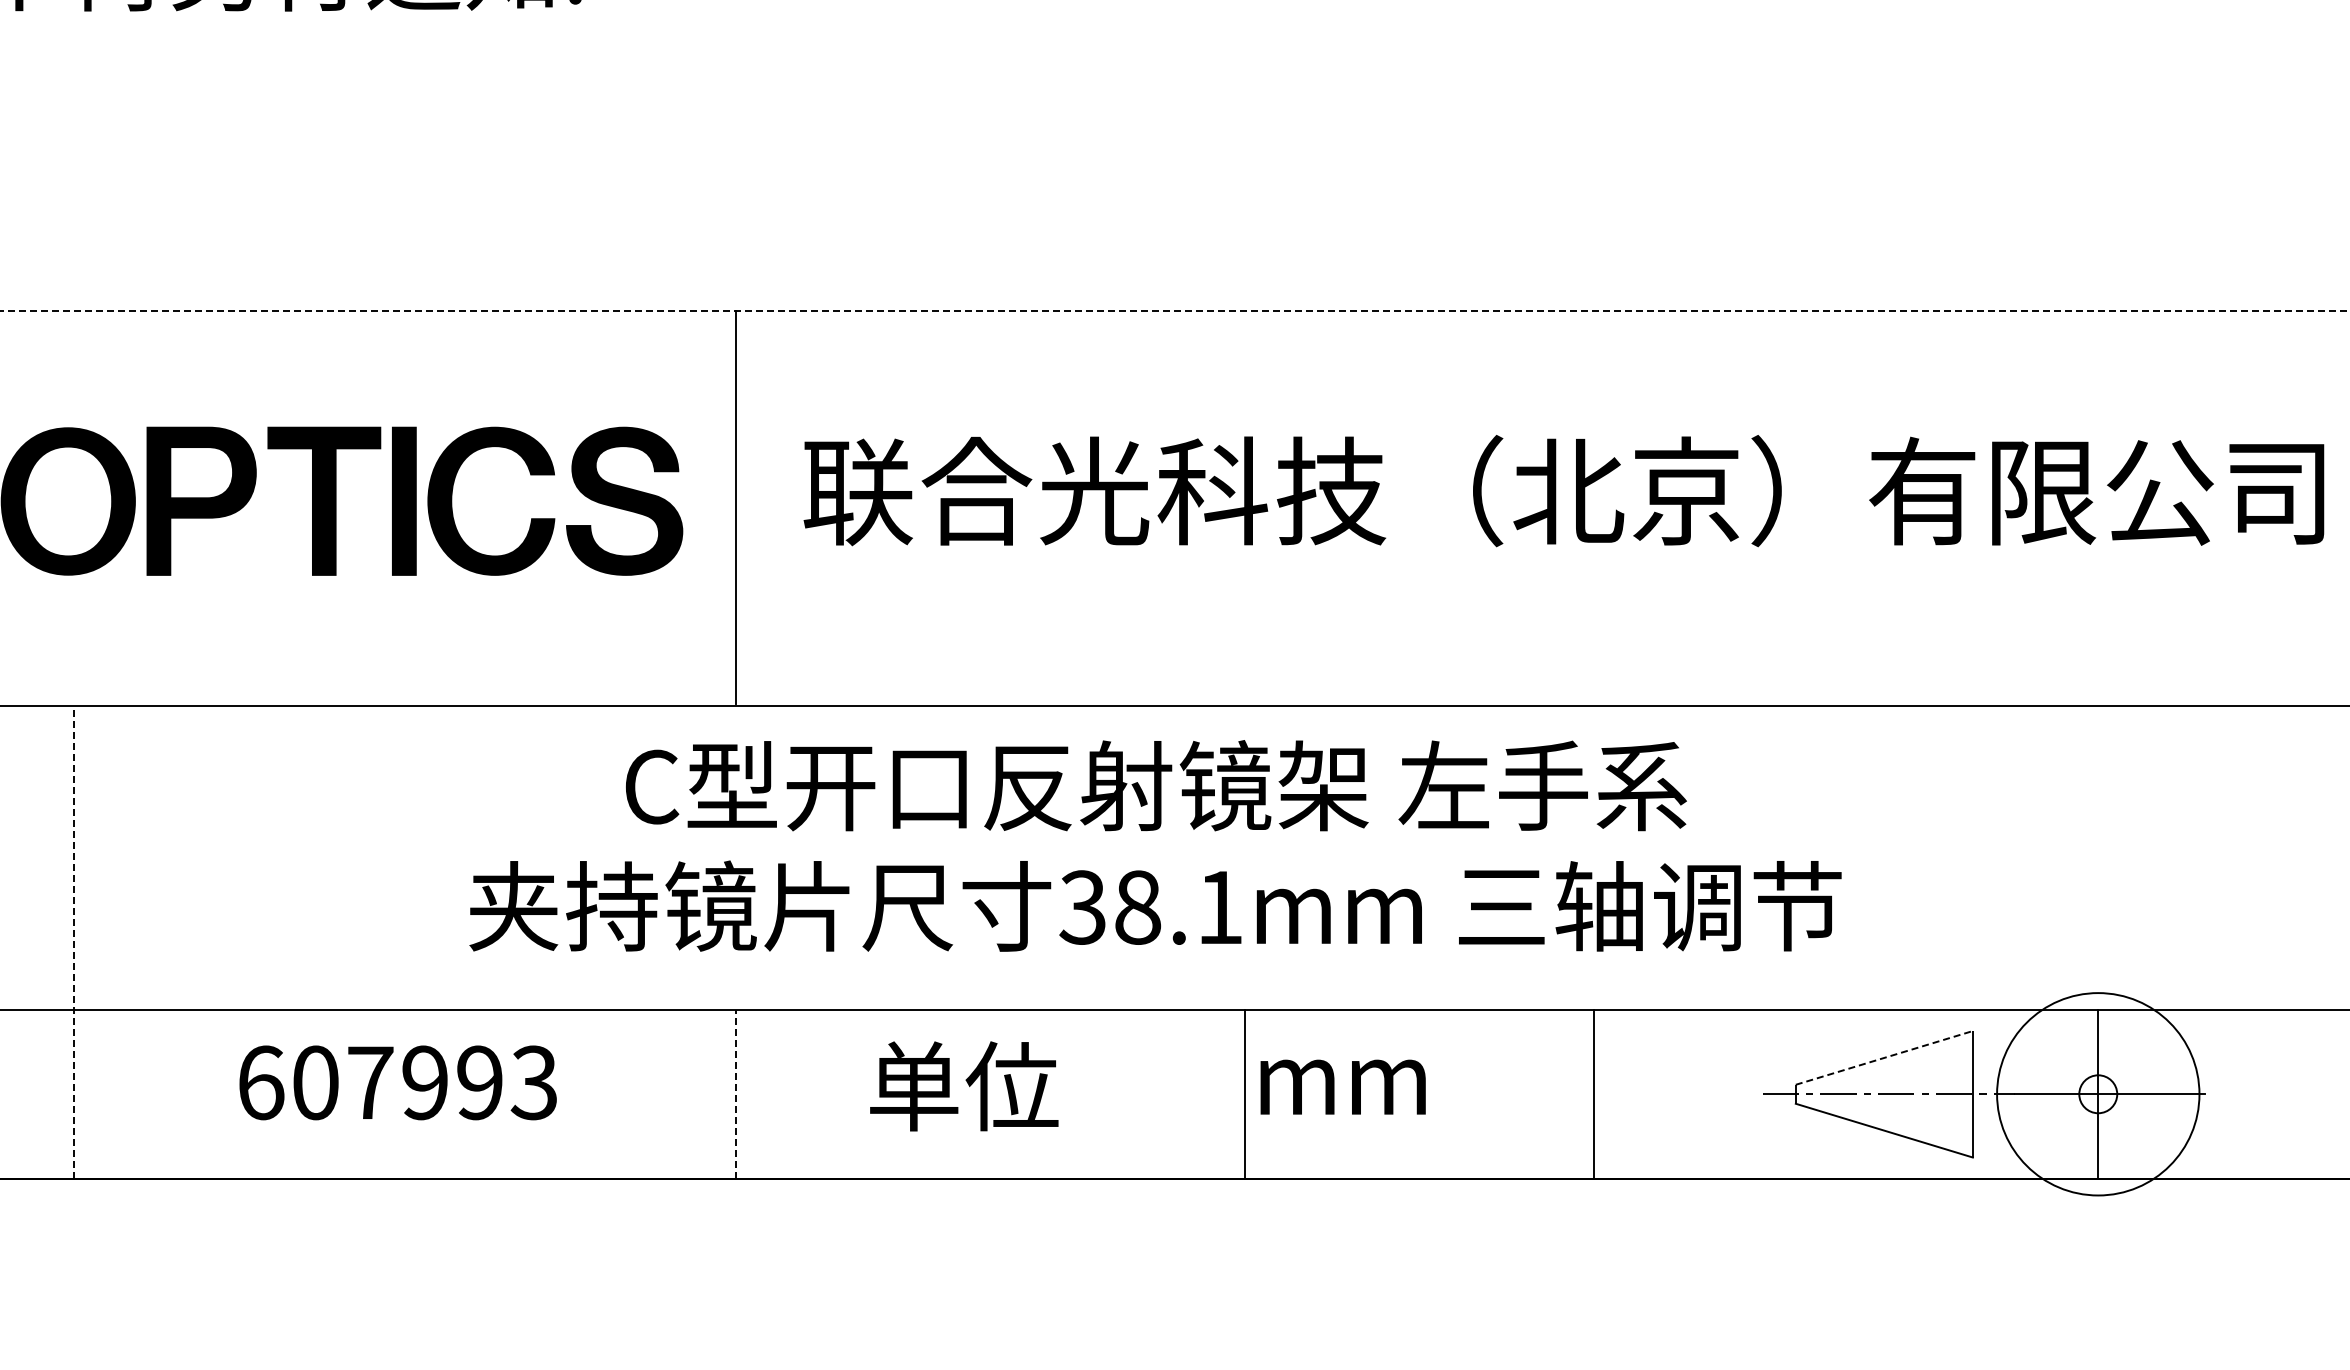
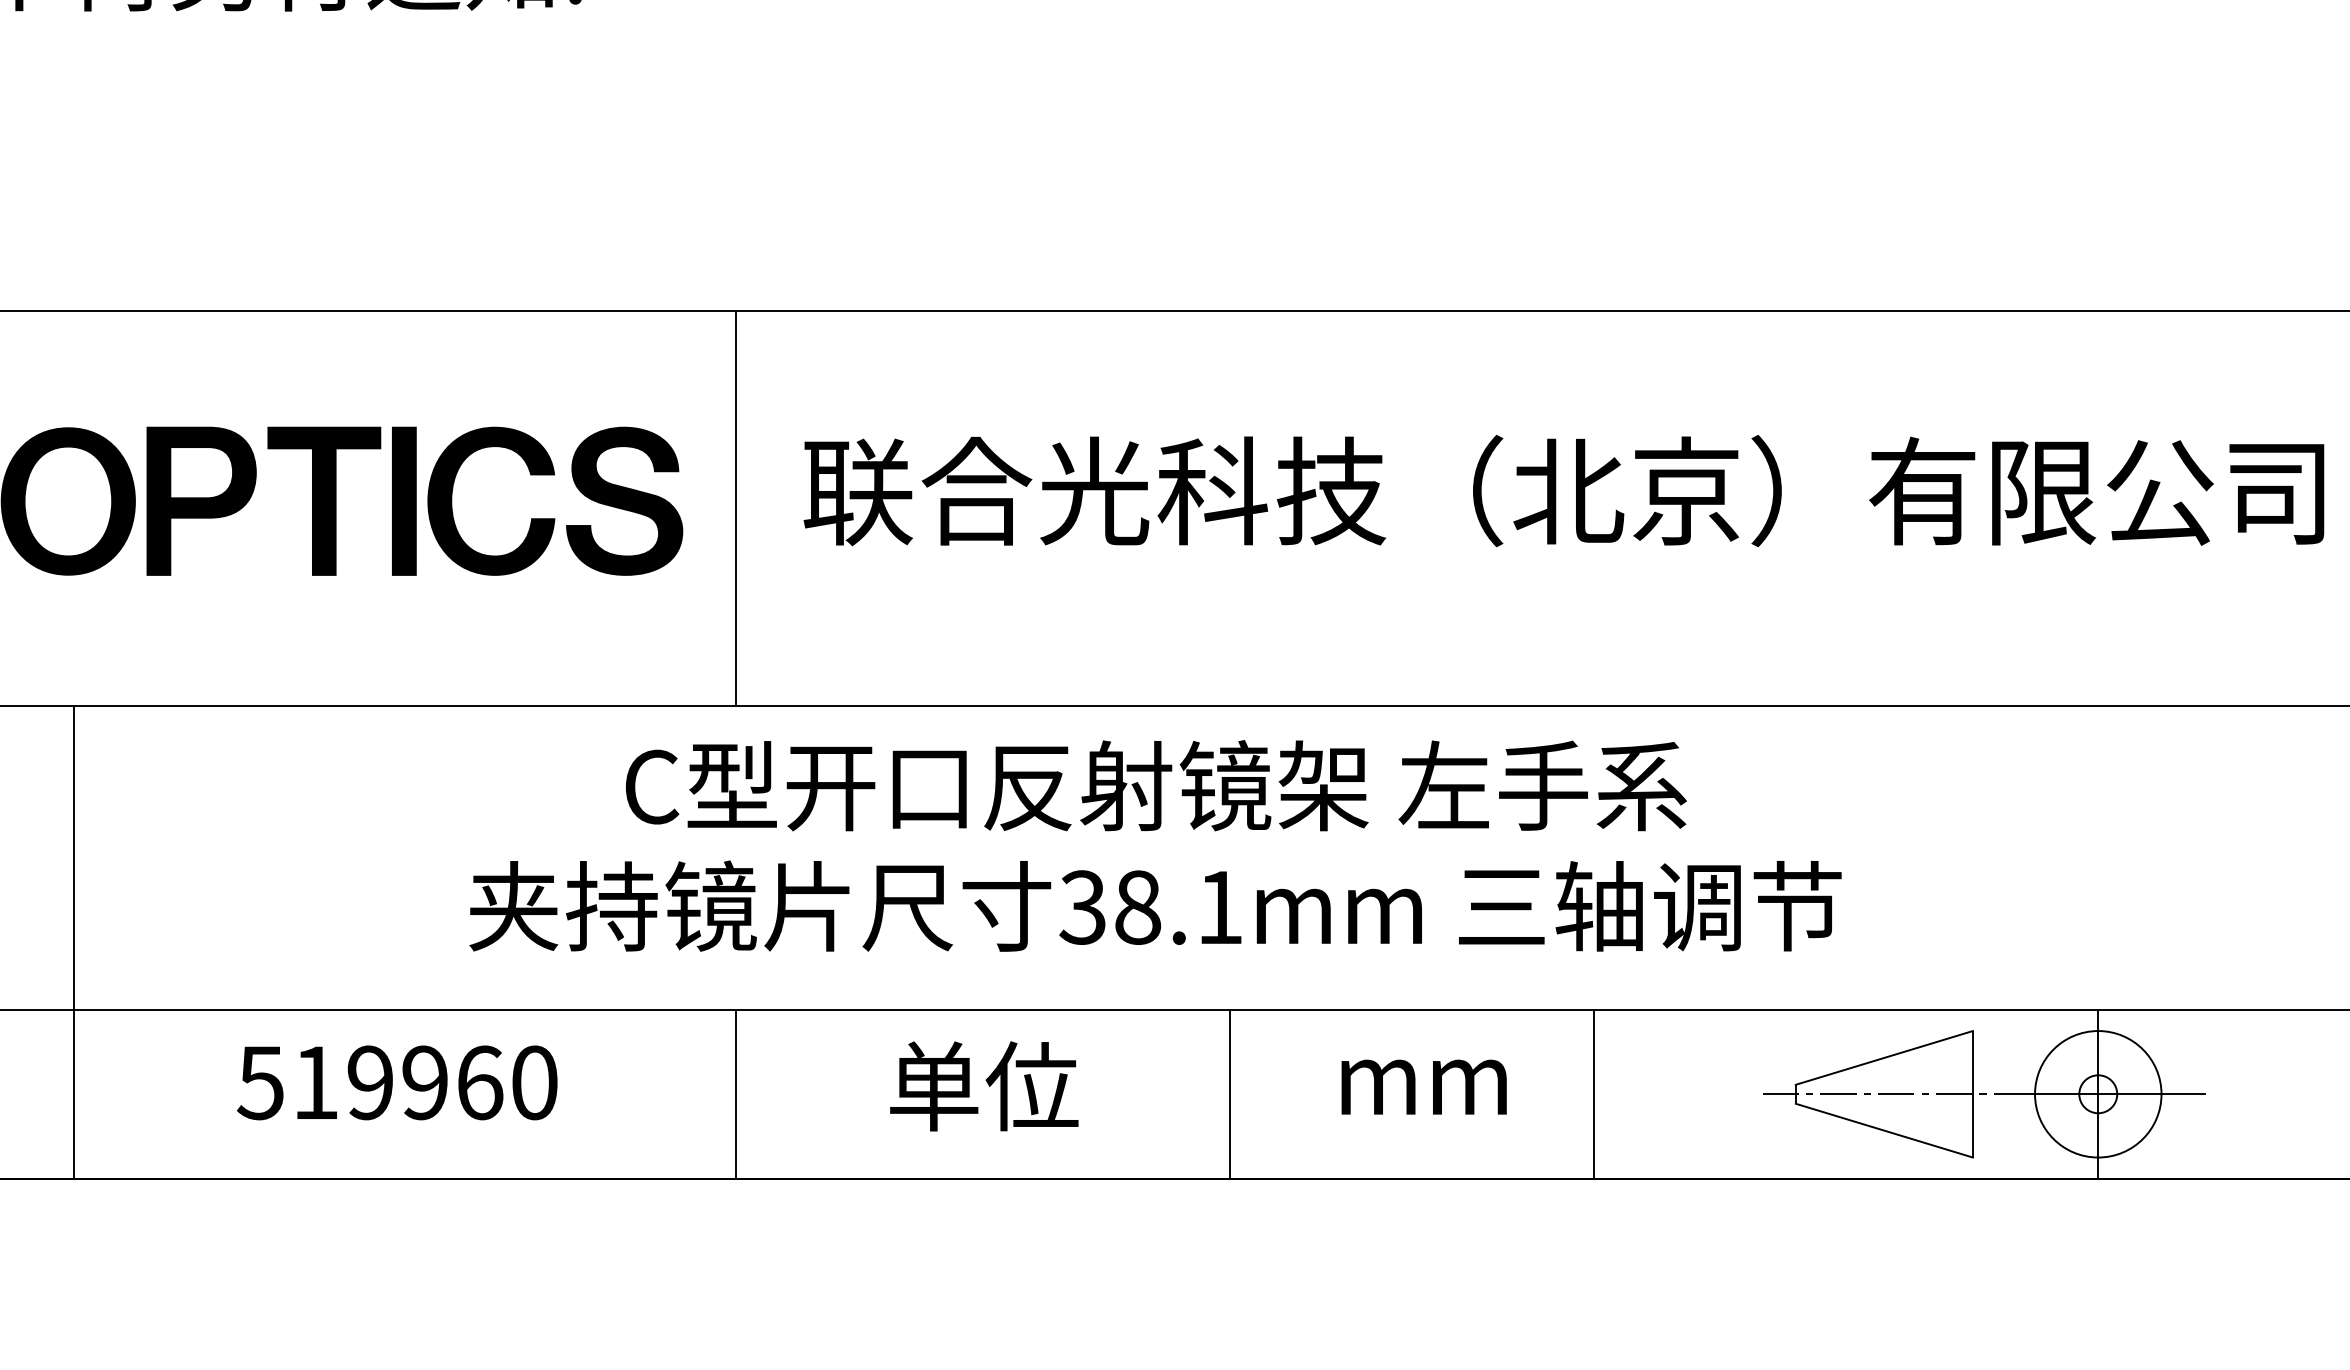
line at (1175, 311): dashed -> solid
line at (74, 942): dashed -> solid
line at (1884, 1057): dashed -> solid
text at (396, 1082): 607993 -> 519960
text at (964, 1086) position: (964, 1086) -> (984, 1086)
text at (1342, 1086) position: (1342, 1086) -> (1423, 1086)
line at (735, 1093): dashed -> solid
line at (1245, 1093) position: (1245, 1093) -> (1230, 1093)
circle at (2098, 1094) diameter: 202 px -> 126 px
